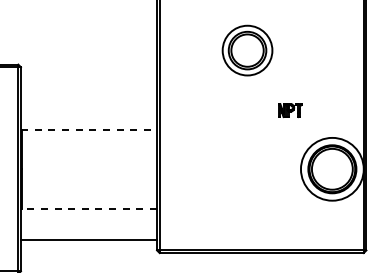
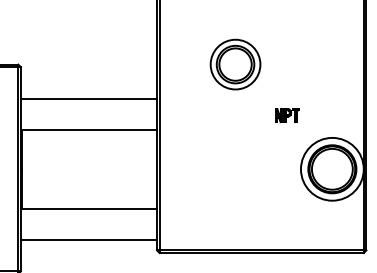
part at (247, 50) position: (247, 50) -> (235, 64)
line at (88, 98): none -> present
part at (290, 110) position: (290, 110) -> (287, 115)
line at (89, 130): dashed -> solid
line at (88, 208): dashed -> solid
